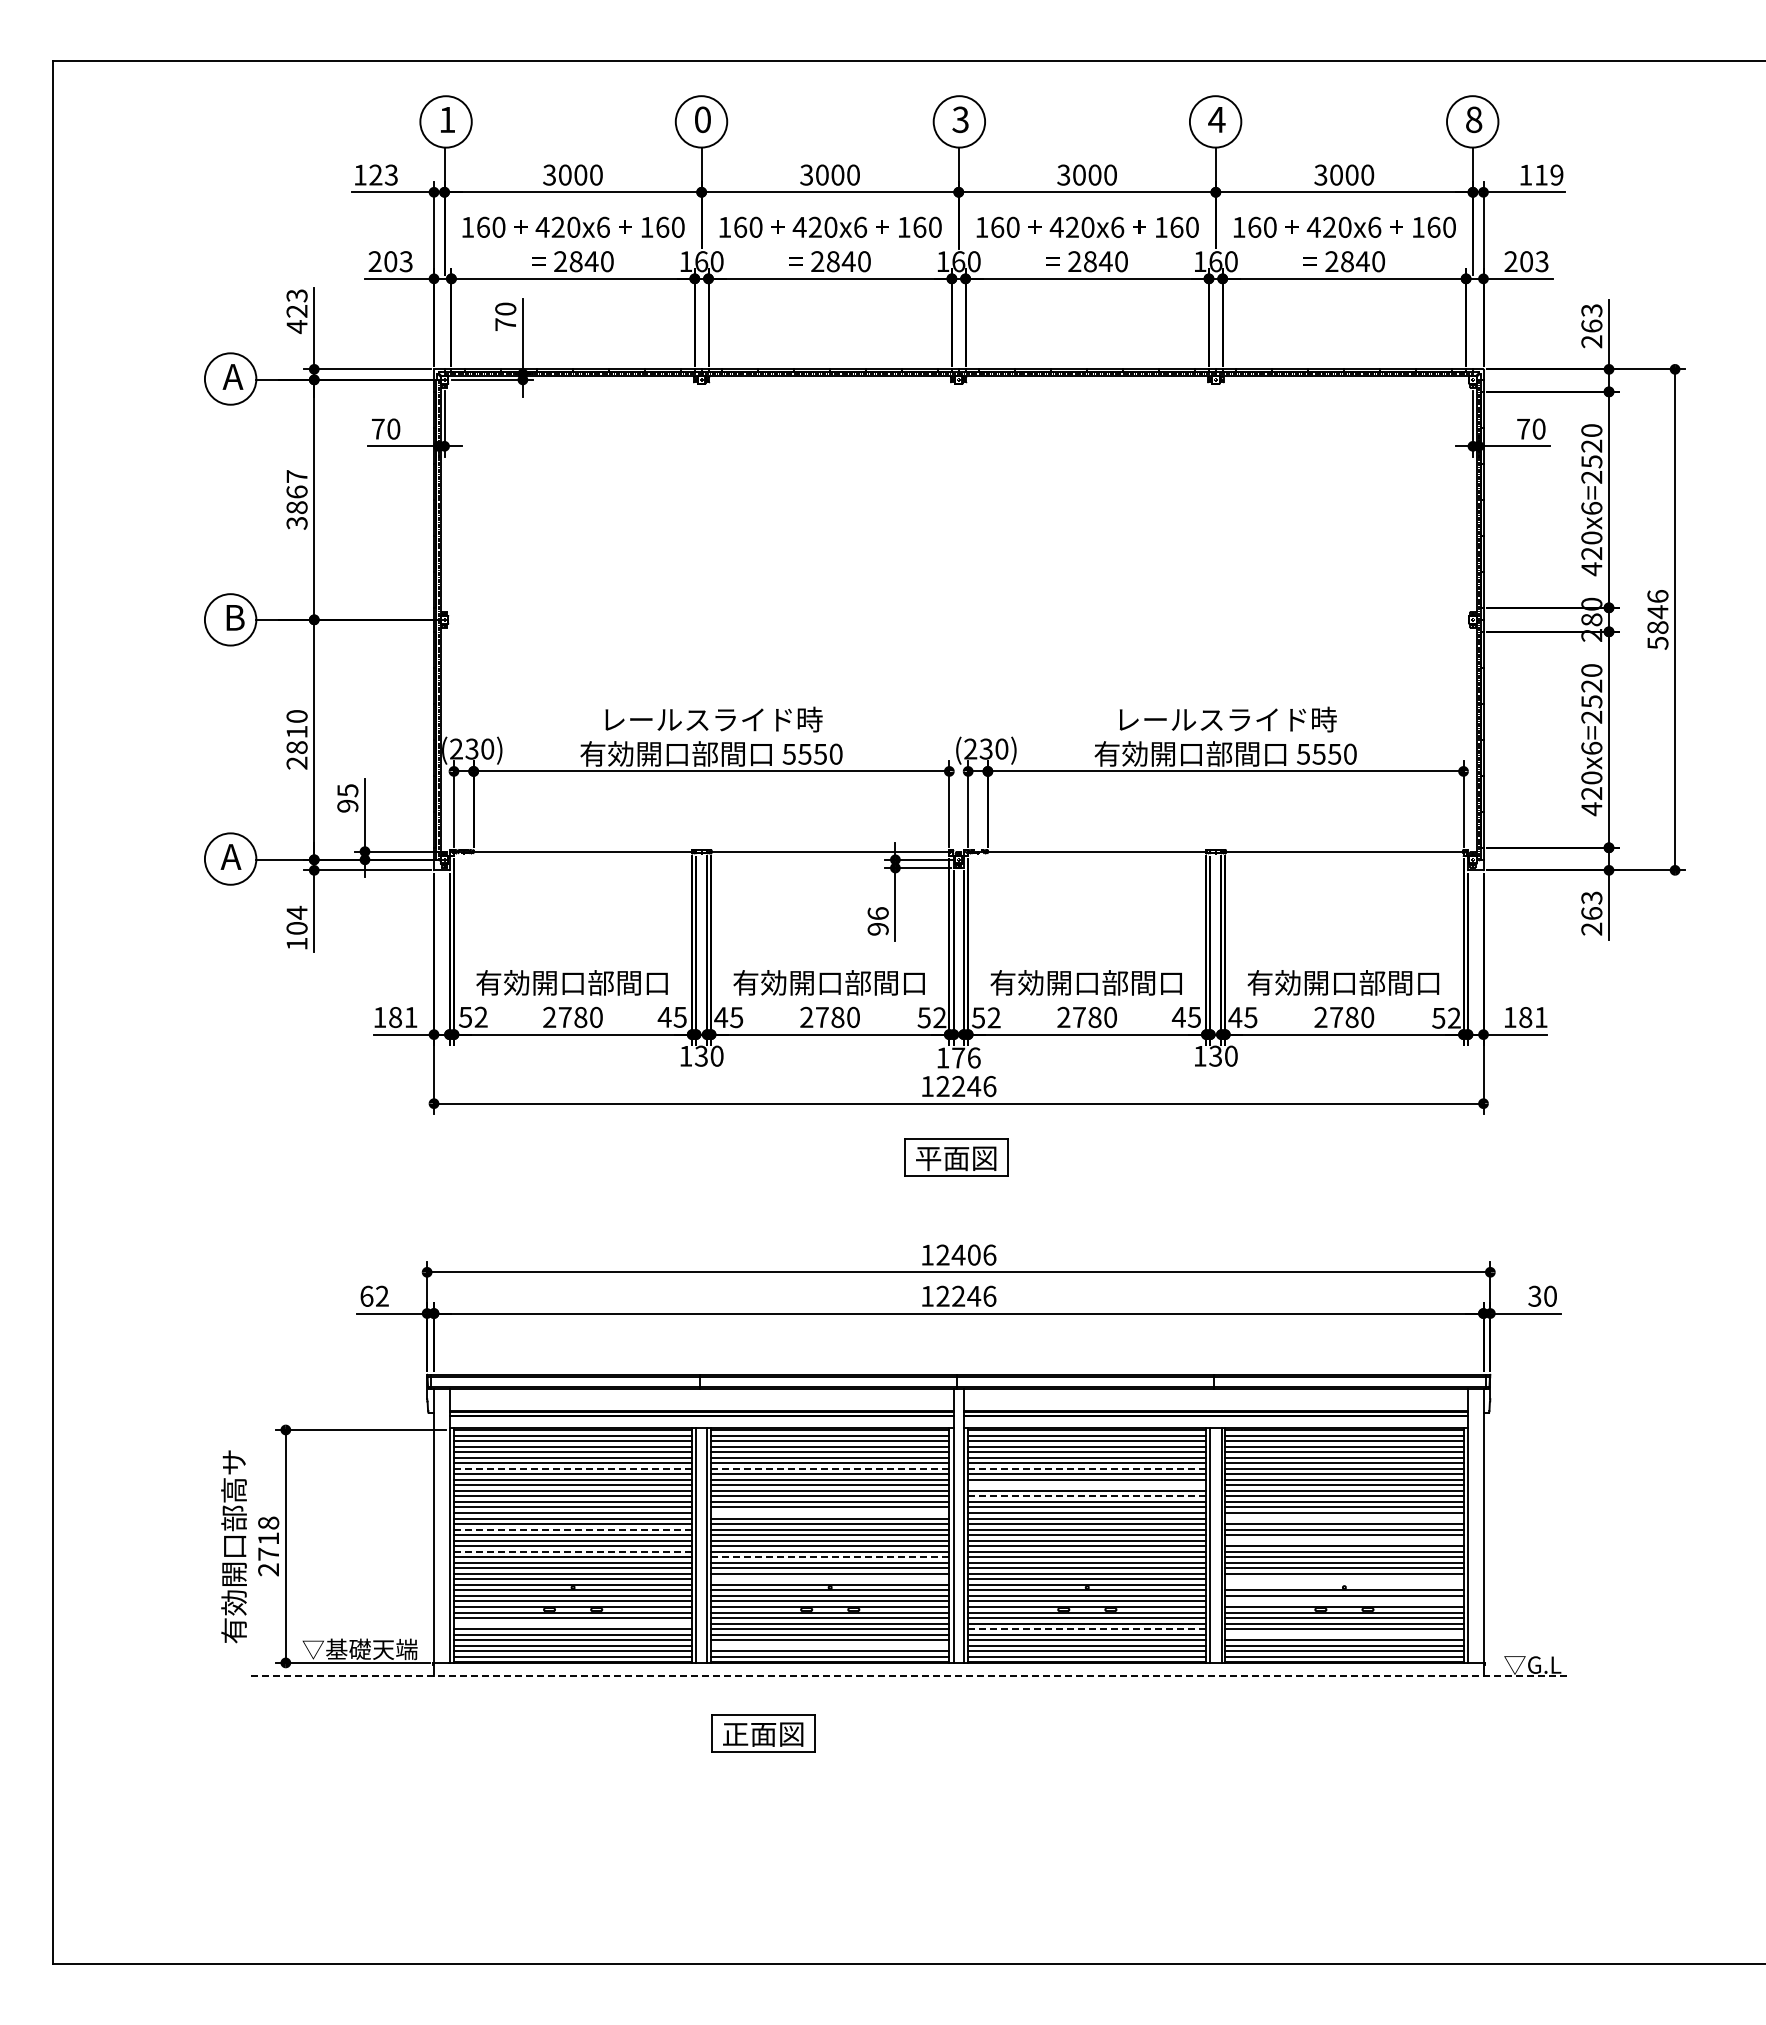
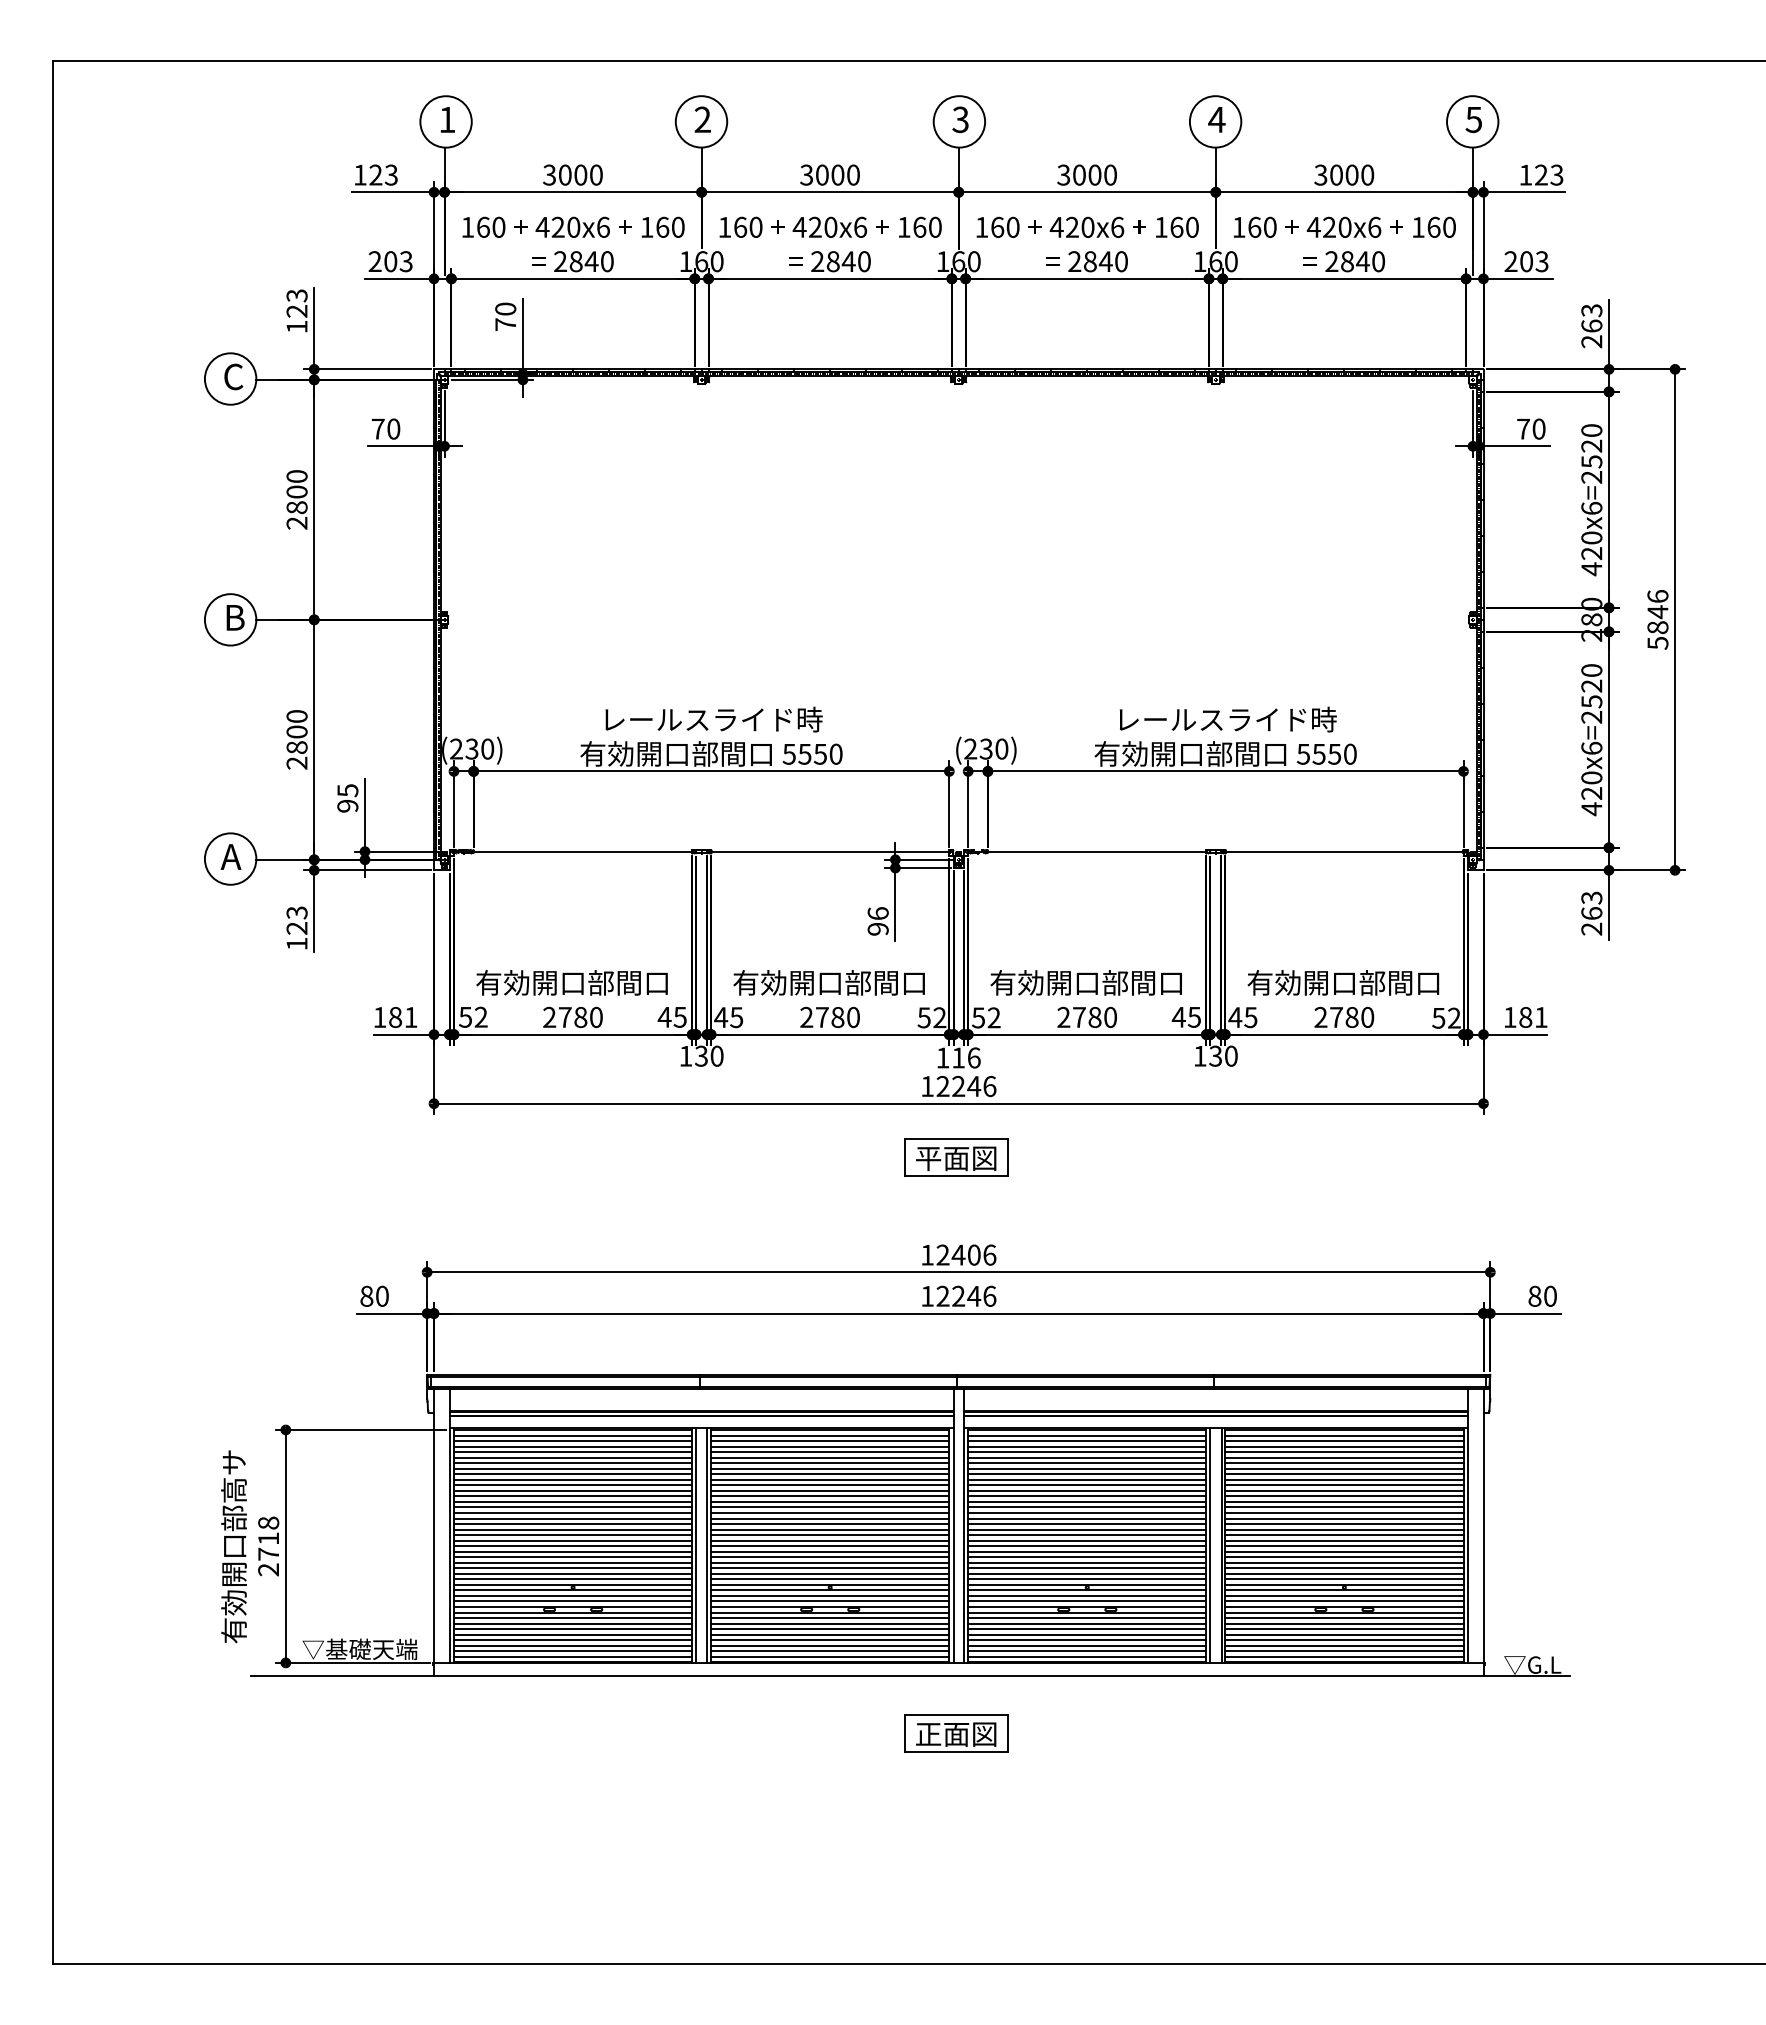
text at (702, 119): 0 -> 2
text at (1473, 119): 8 -> 5
text at (1549, 174): 119 -> 123
text at (296, 327): 423 -> 123
text at (232, 376): A -> C
text at (296, 499): 3867 -> 2800
text at (296, 731): 2810 -> 2800
text at (296, 919): 104 -> 123
text at (958, 1057): 176 -> 116
text at (374, 1295): 62 -> 80
text at (1534, 1295): 30 -> 80
line at (573, 1468): dashed -> solid
line at (830, 1468): dashed -> solid
line at (1087, 1468): dashed -> solid
line at (1087, 1485): none -> present
line at (1087, 1496): dashed -> solid
line at (830, 1513): none -> present
line at (1344, 1518): none -> present
line at (573, 1529): dashed -> solid
line at (1344, 1540): none -> present
line at (573, 1551): dashed -> solid
line at (830, 1557): dashed -> solid
line at (830, 1579): none -> present
line at (1344, 1579): none -> present
line at (1344, 1584): none -> present
line at (1344, 1601): none -> present
line at (572, 1623): none -> present
line at (1087, 1629): dashed -> solid
line at (1344, 1634): none -> present
line at (830, 1645): none -> present
line at (910, 1675): dashed -> solid
part at (763, 1733) position: (763, 1733) -> (956, 1733)
